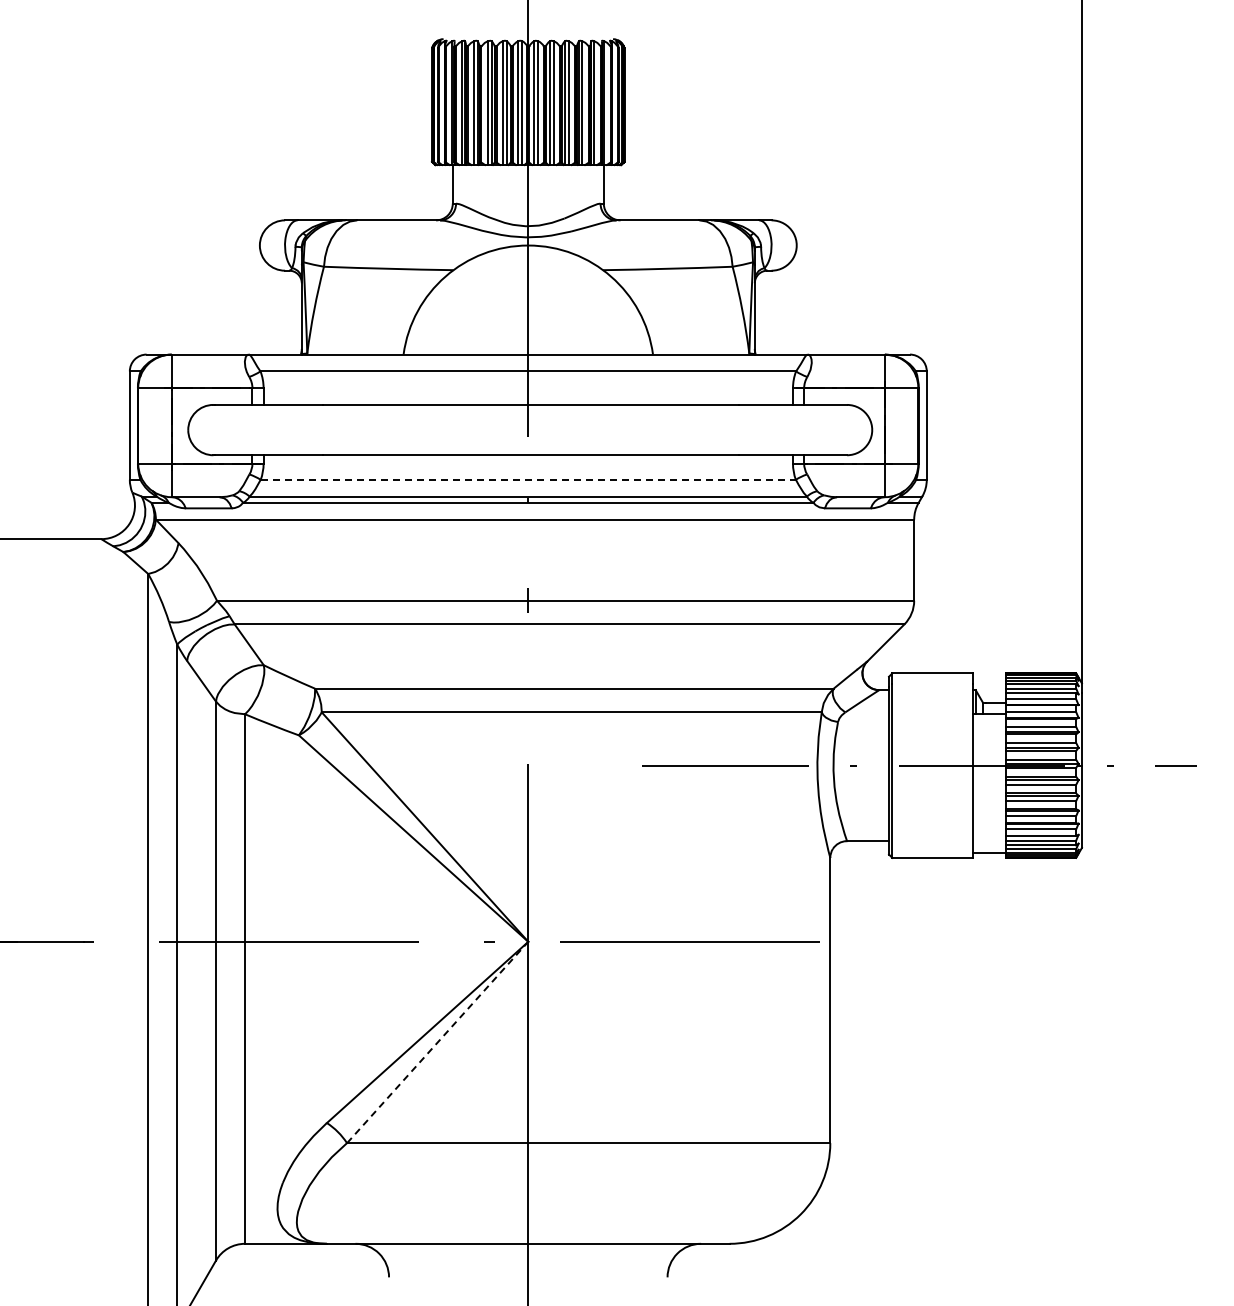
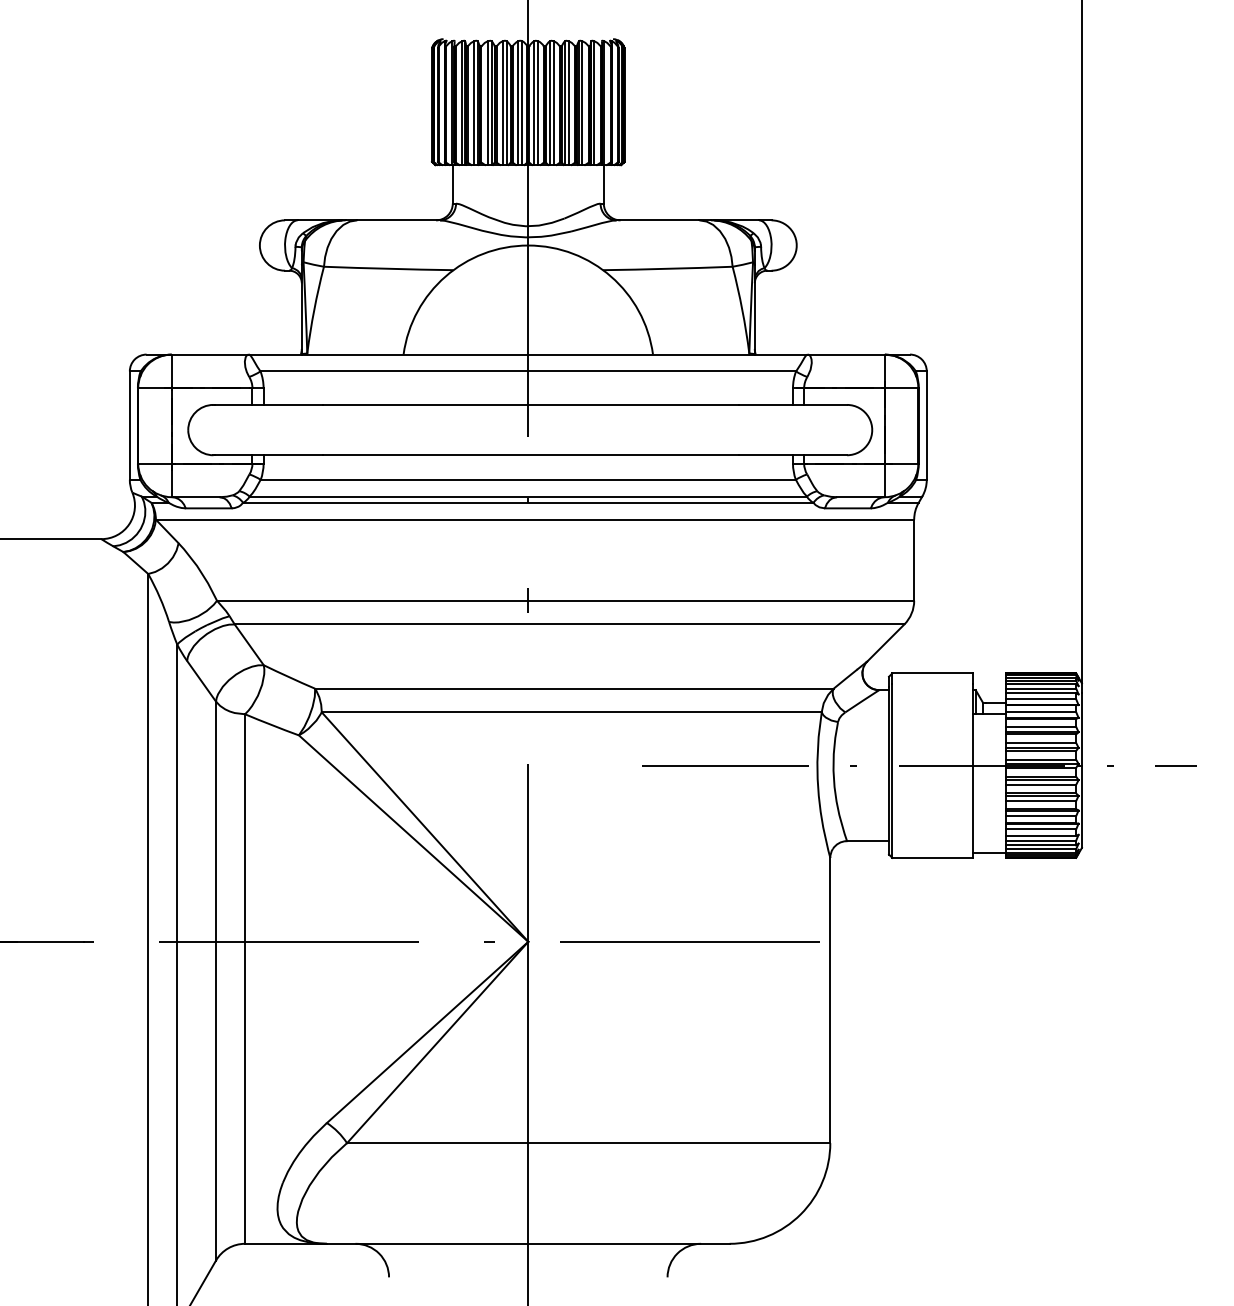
line at (528, 479): dashed -> solid
line at (438, 1042): dashed -> solid
